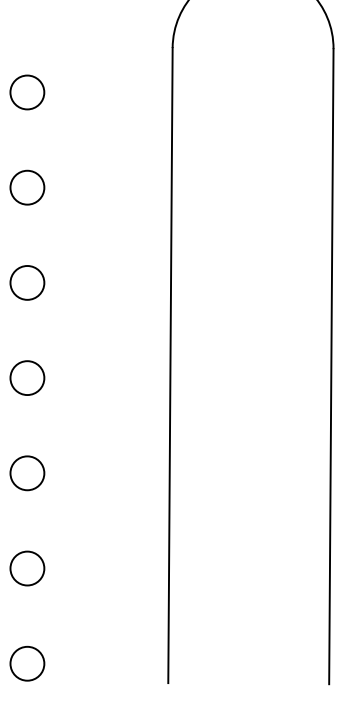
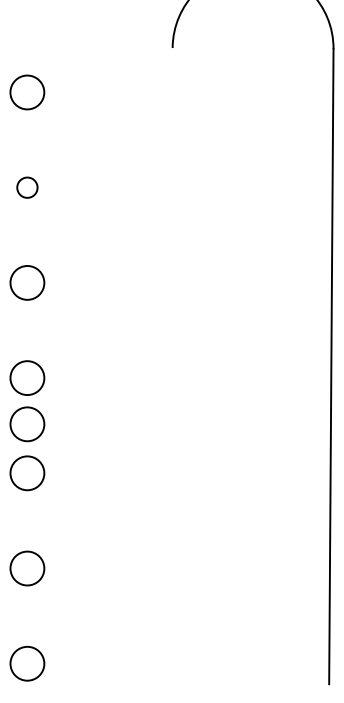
circle at (27, 187) diameter: 34 px -> 20 px
line at (170, 365): present -> none
circle at (27, 424): none -> present
